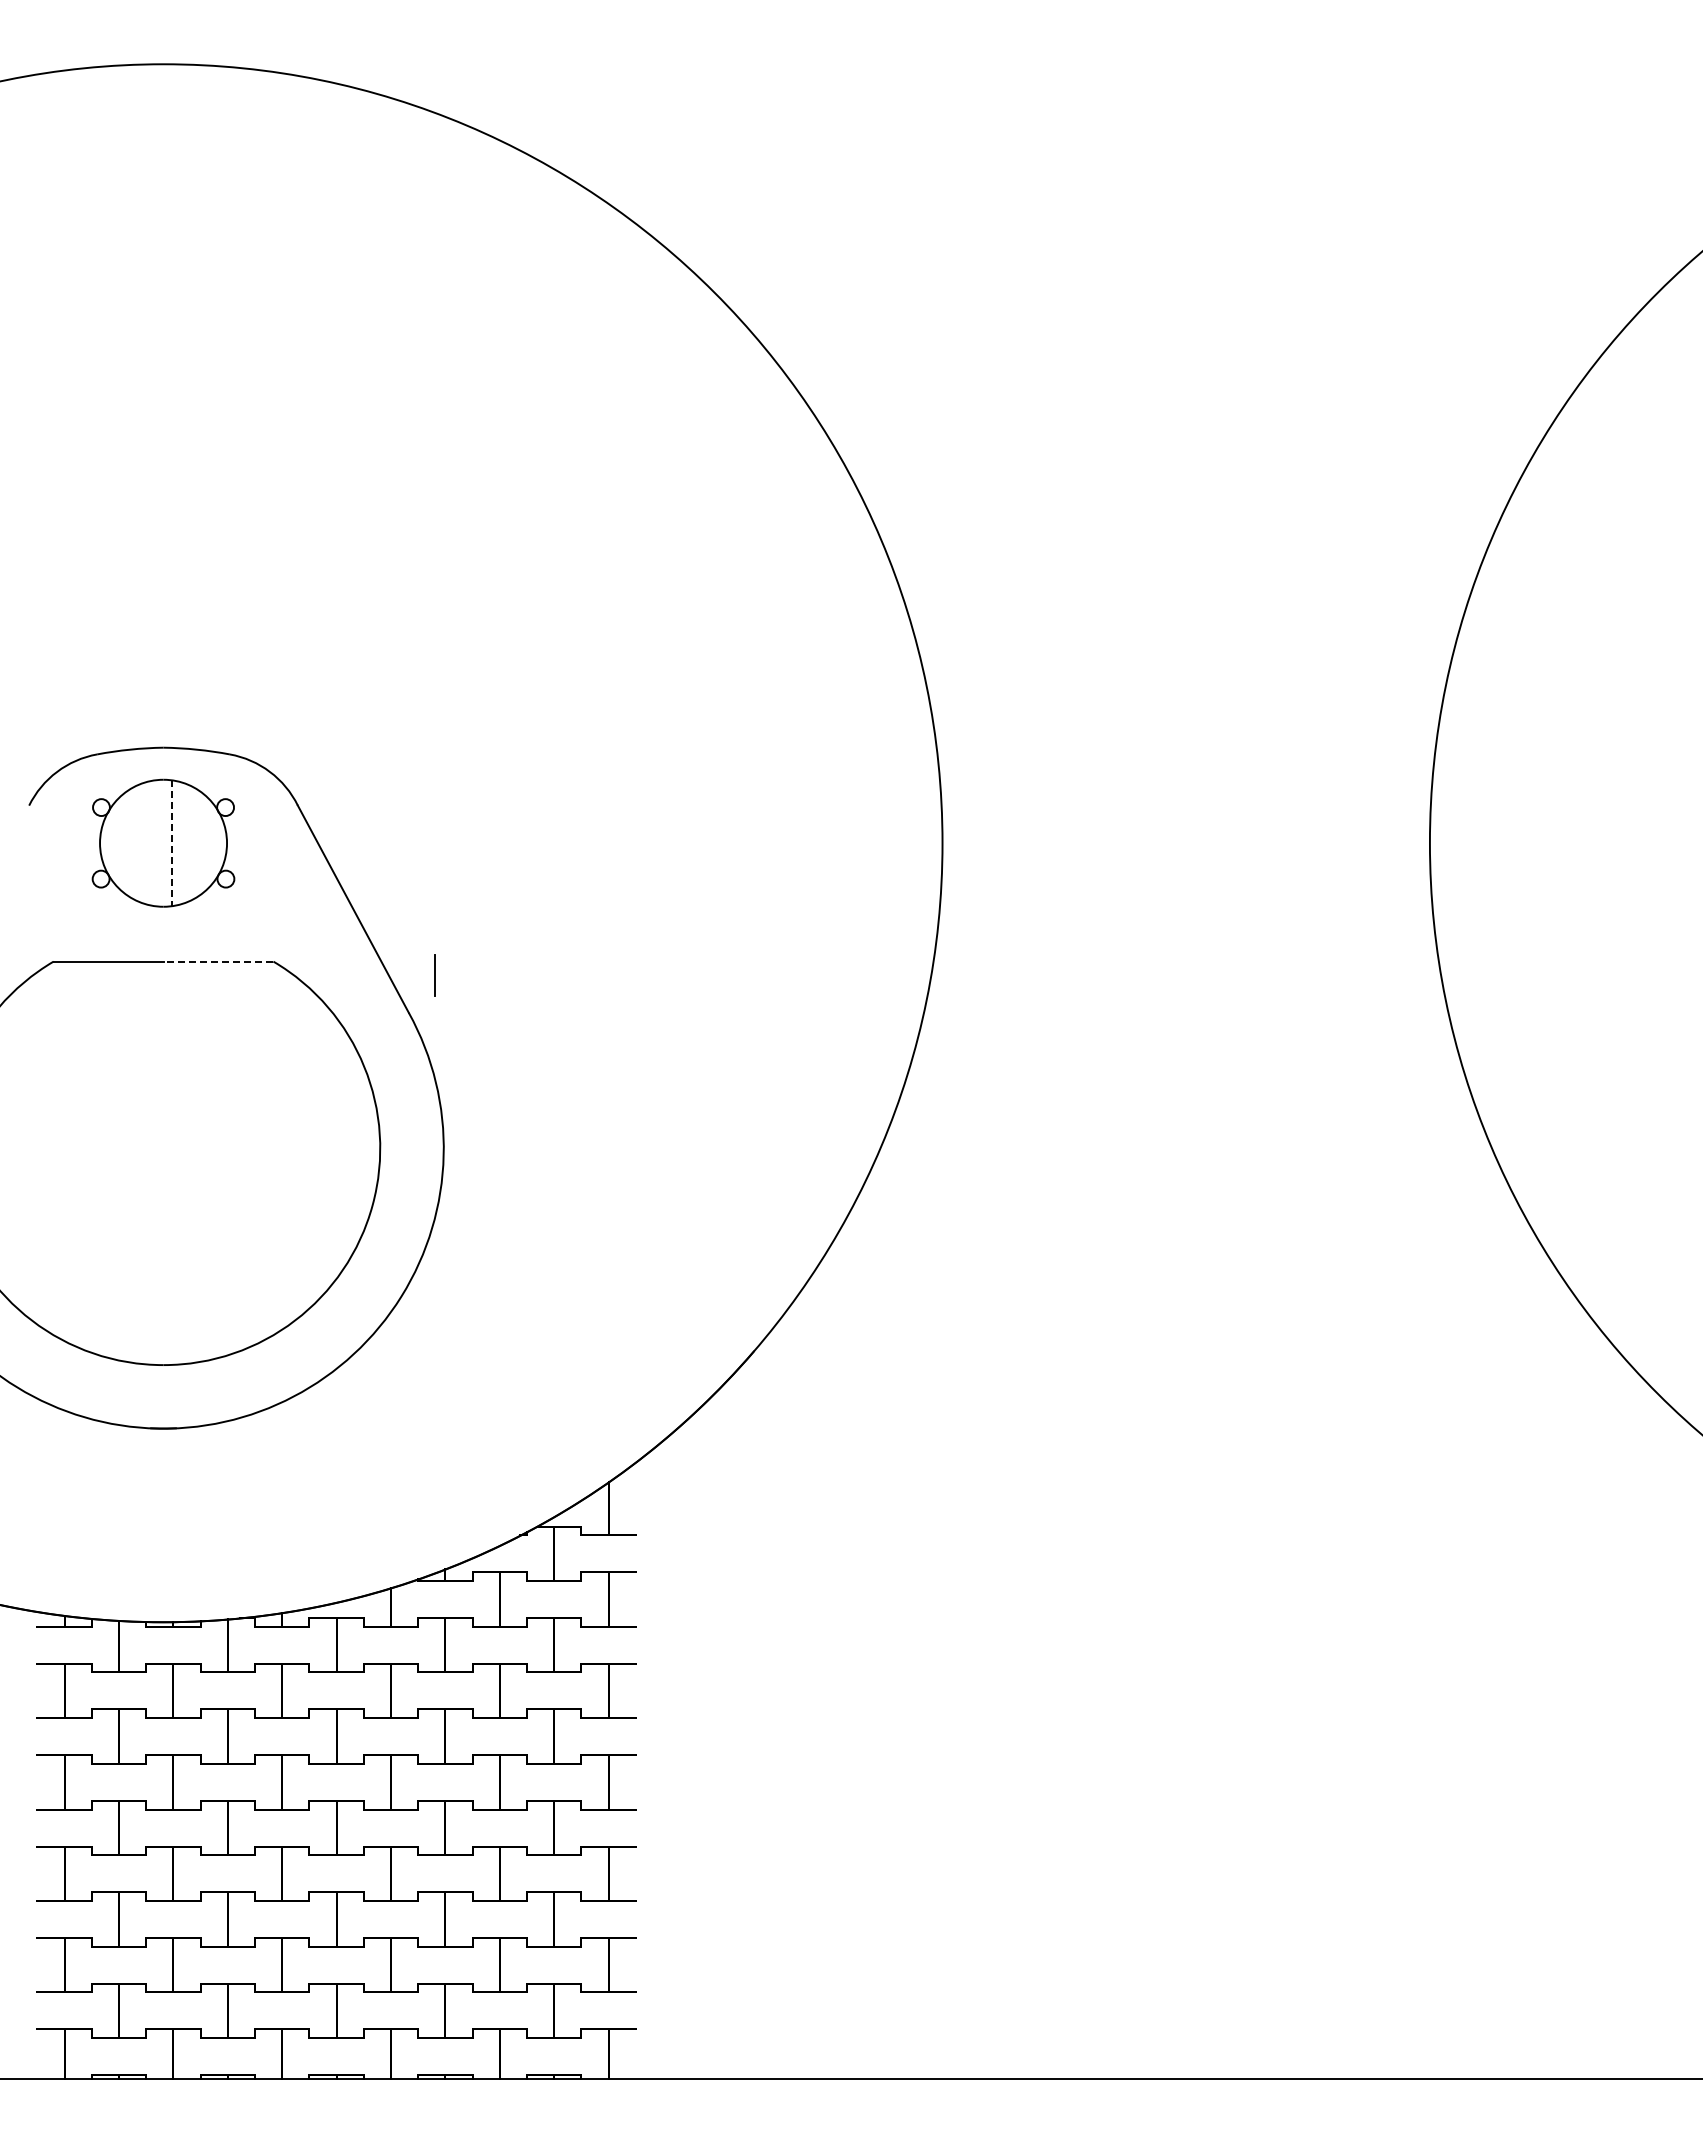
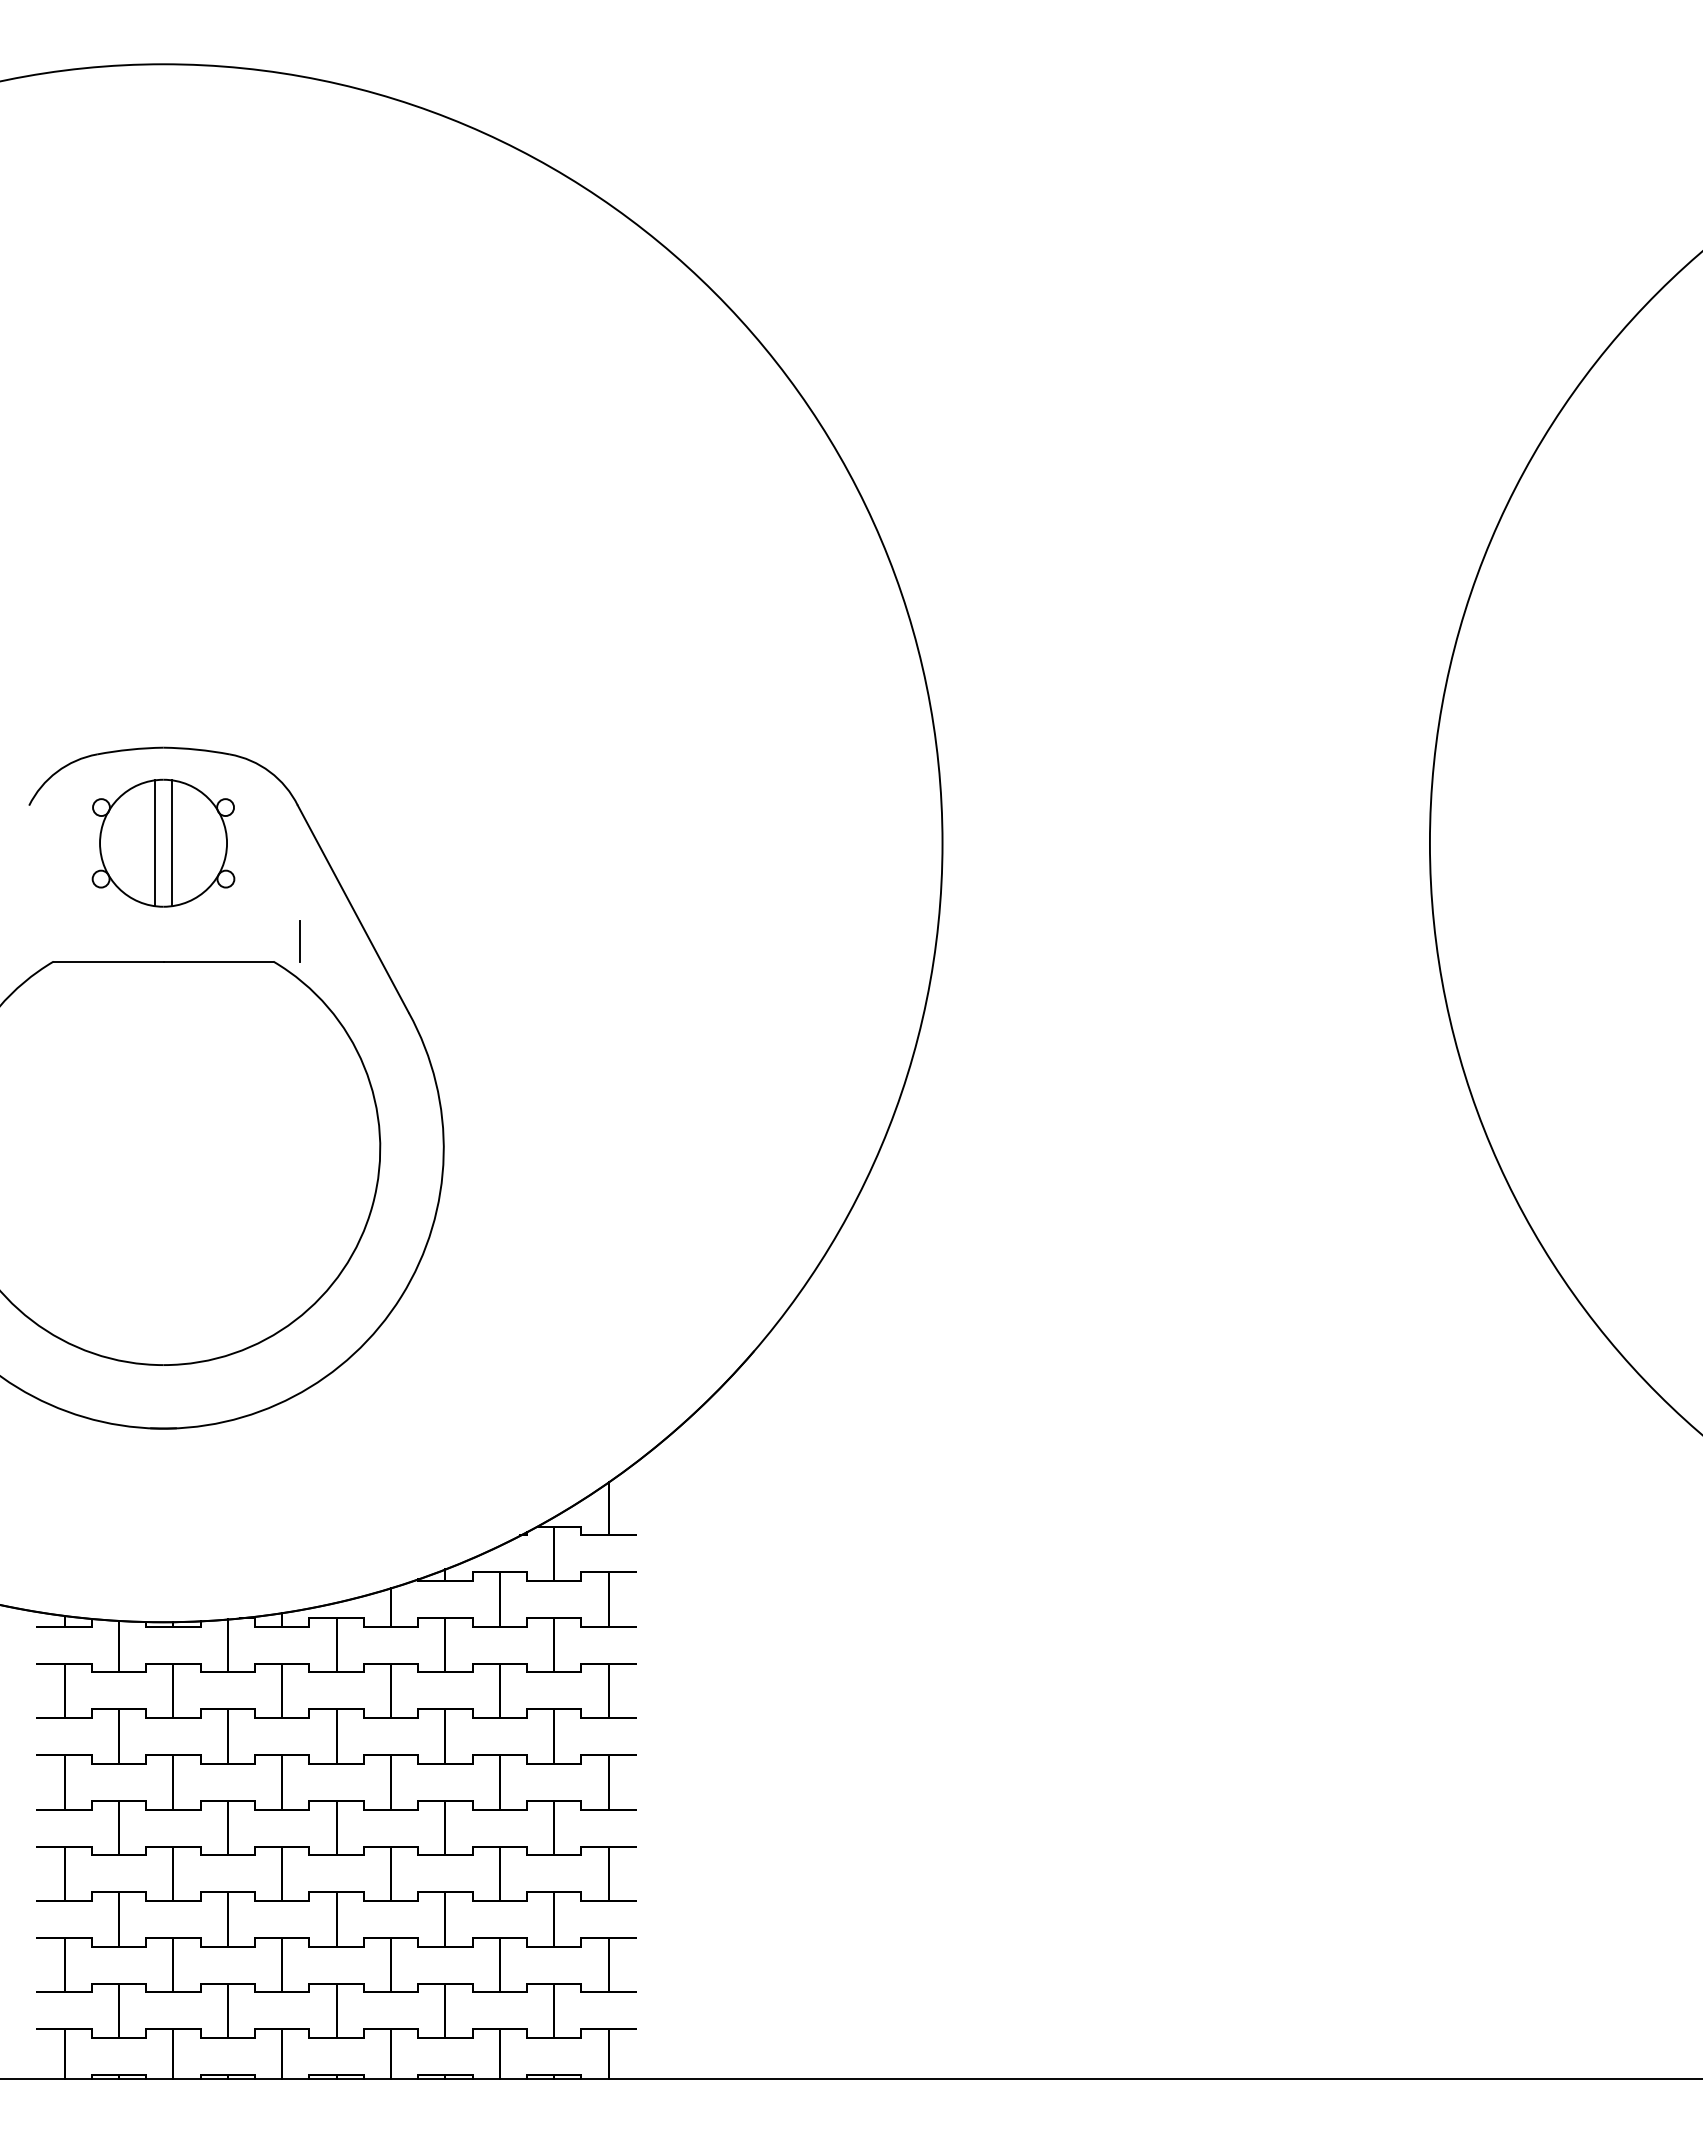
line at (154, 843): none -> present
line at (172, 843): dashed -> solid
line at (218, 961): dashed -> solid
line at (434, 975) position: (434, 975) -> (299, 941)
